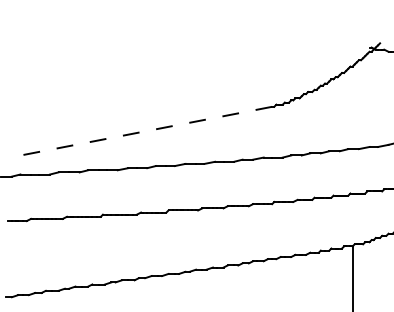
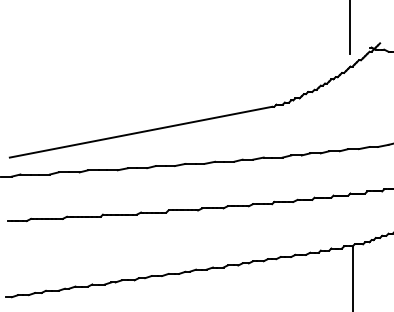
line at (350, 27): none -> present
line at (141, 132): dashed -> solid
